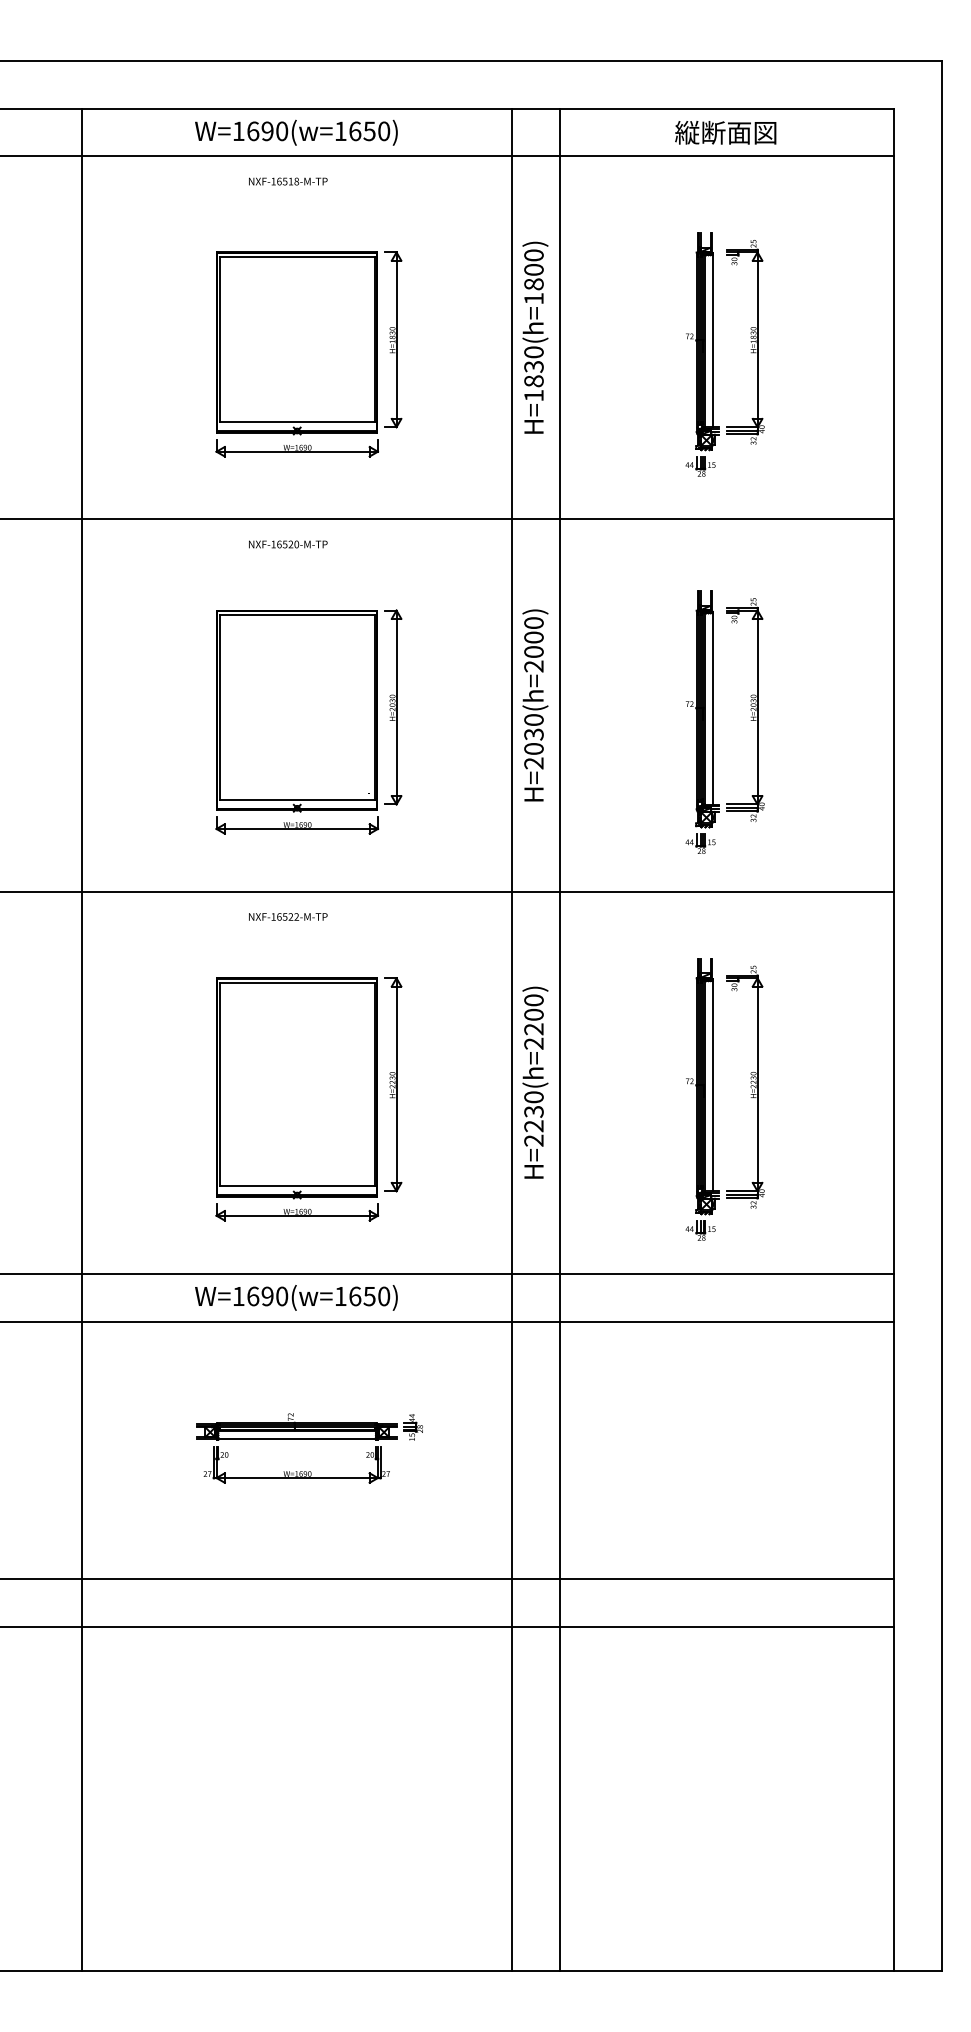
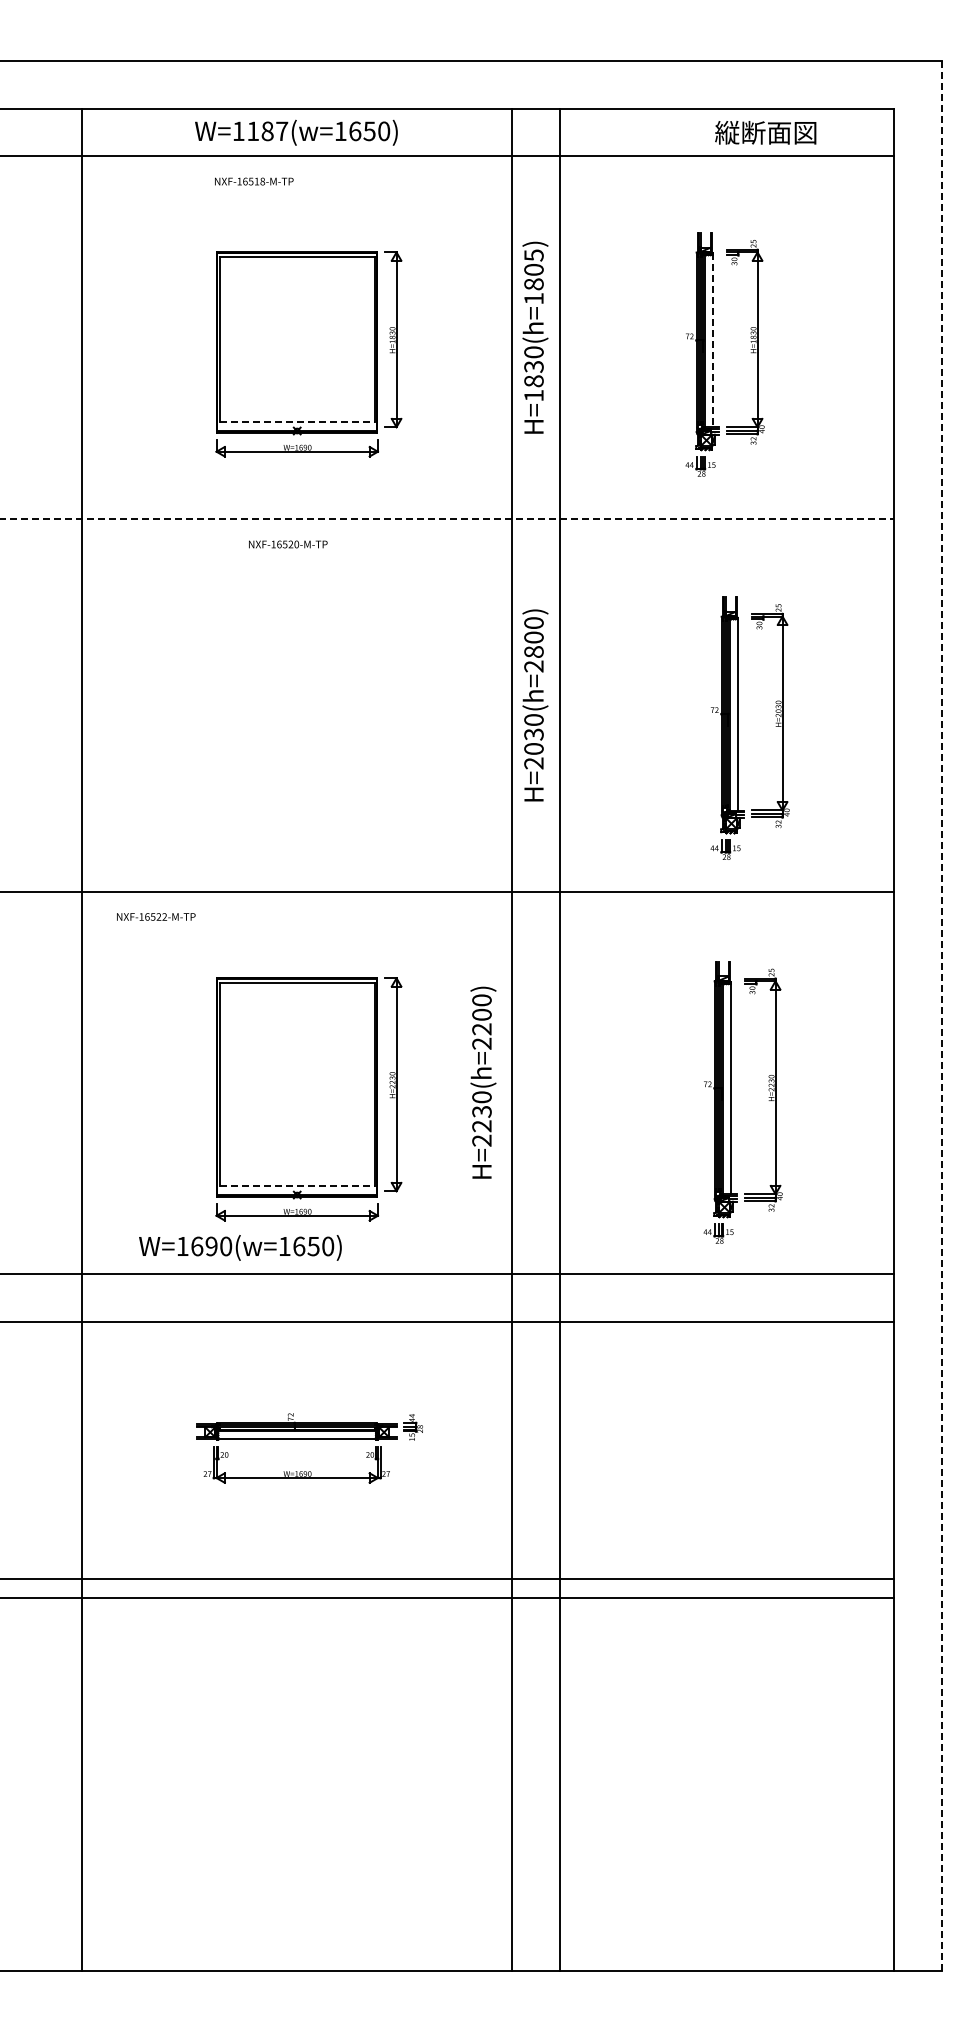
text at (267, 131): W=1690(w=1650) -> W=1187(w=1650)
text at (725, 132) position: (725, 132) -> (765, 132)
text at (288, 181) position: (288, 181) -> (254, 181)
text at (533, 255): H=1830(h=1800) -> H=1830(h=1805)
line at (713, 340): solid -> dashed
line at (297, 422): solid -> dashed
line at (447, 519): solid -> dashed
text at (533, 651): H=2030(h=2000) -> H=2030(h=2800)
part at (308, 721): present -> none
part at (713, 721) position: (713, 721) -> (738, 727)
text at (288, 916) position: (288, 916) -> (156, 916)
line at (941, 1015): solid -> dashed
text at (535, 1082) position: (535, 1082) -> (483, 1082)
part at (713, 1099) position: (713, 1099) -> (731, 1102)
line at (297, 1186): solid -> dashed
text at (296, 1297) position: (296, 1297) -> (240, 1247)
line at (448, 1627) position: (448, 1627) -> (448, 1598)
